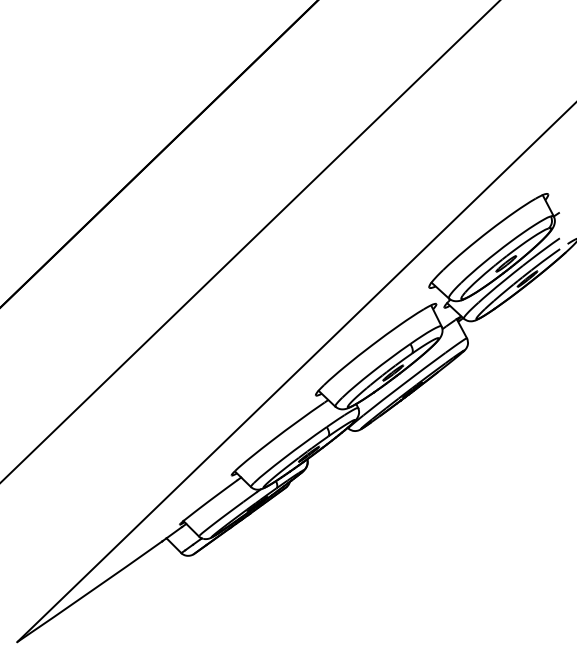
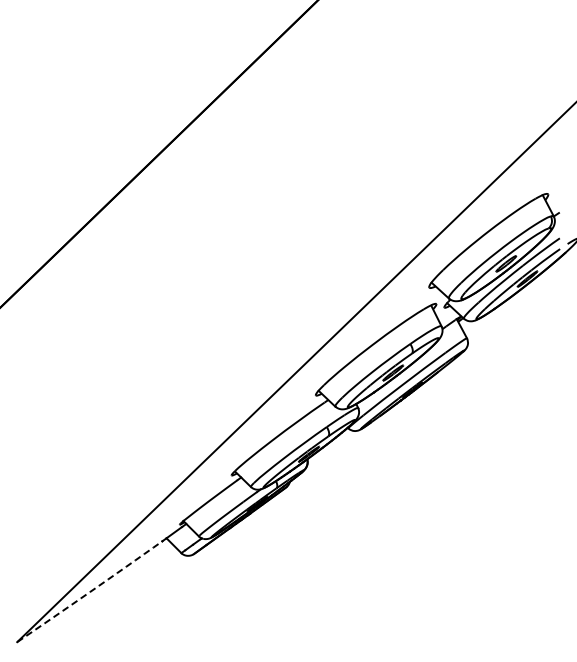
line at (249, 241): present -> none
arc at (89, 592): solid -> dashed
